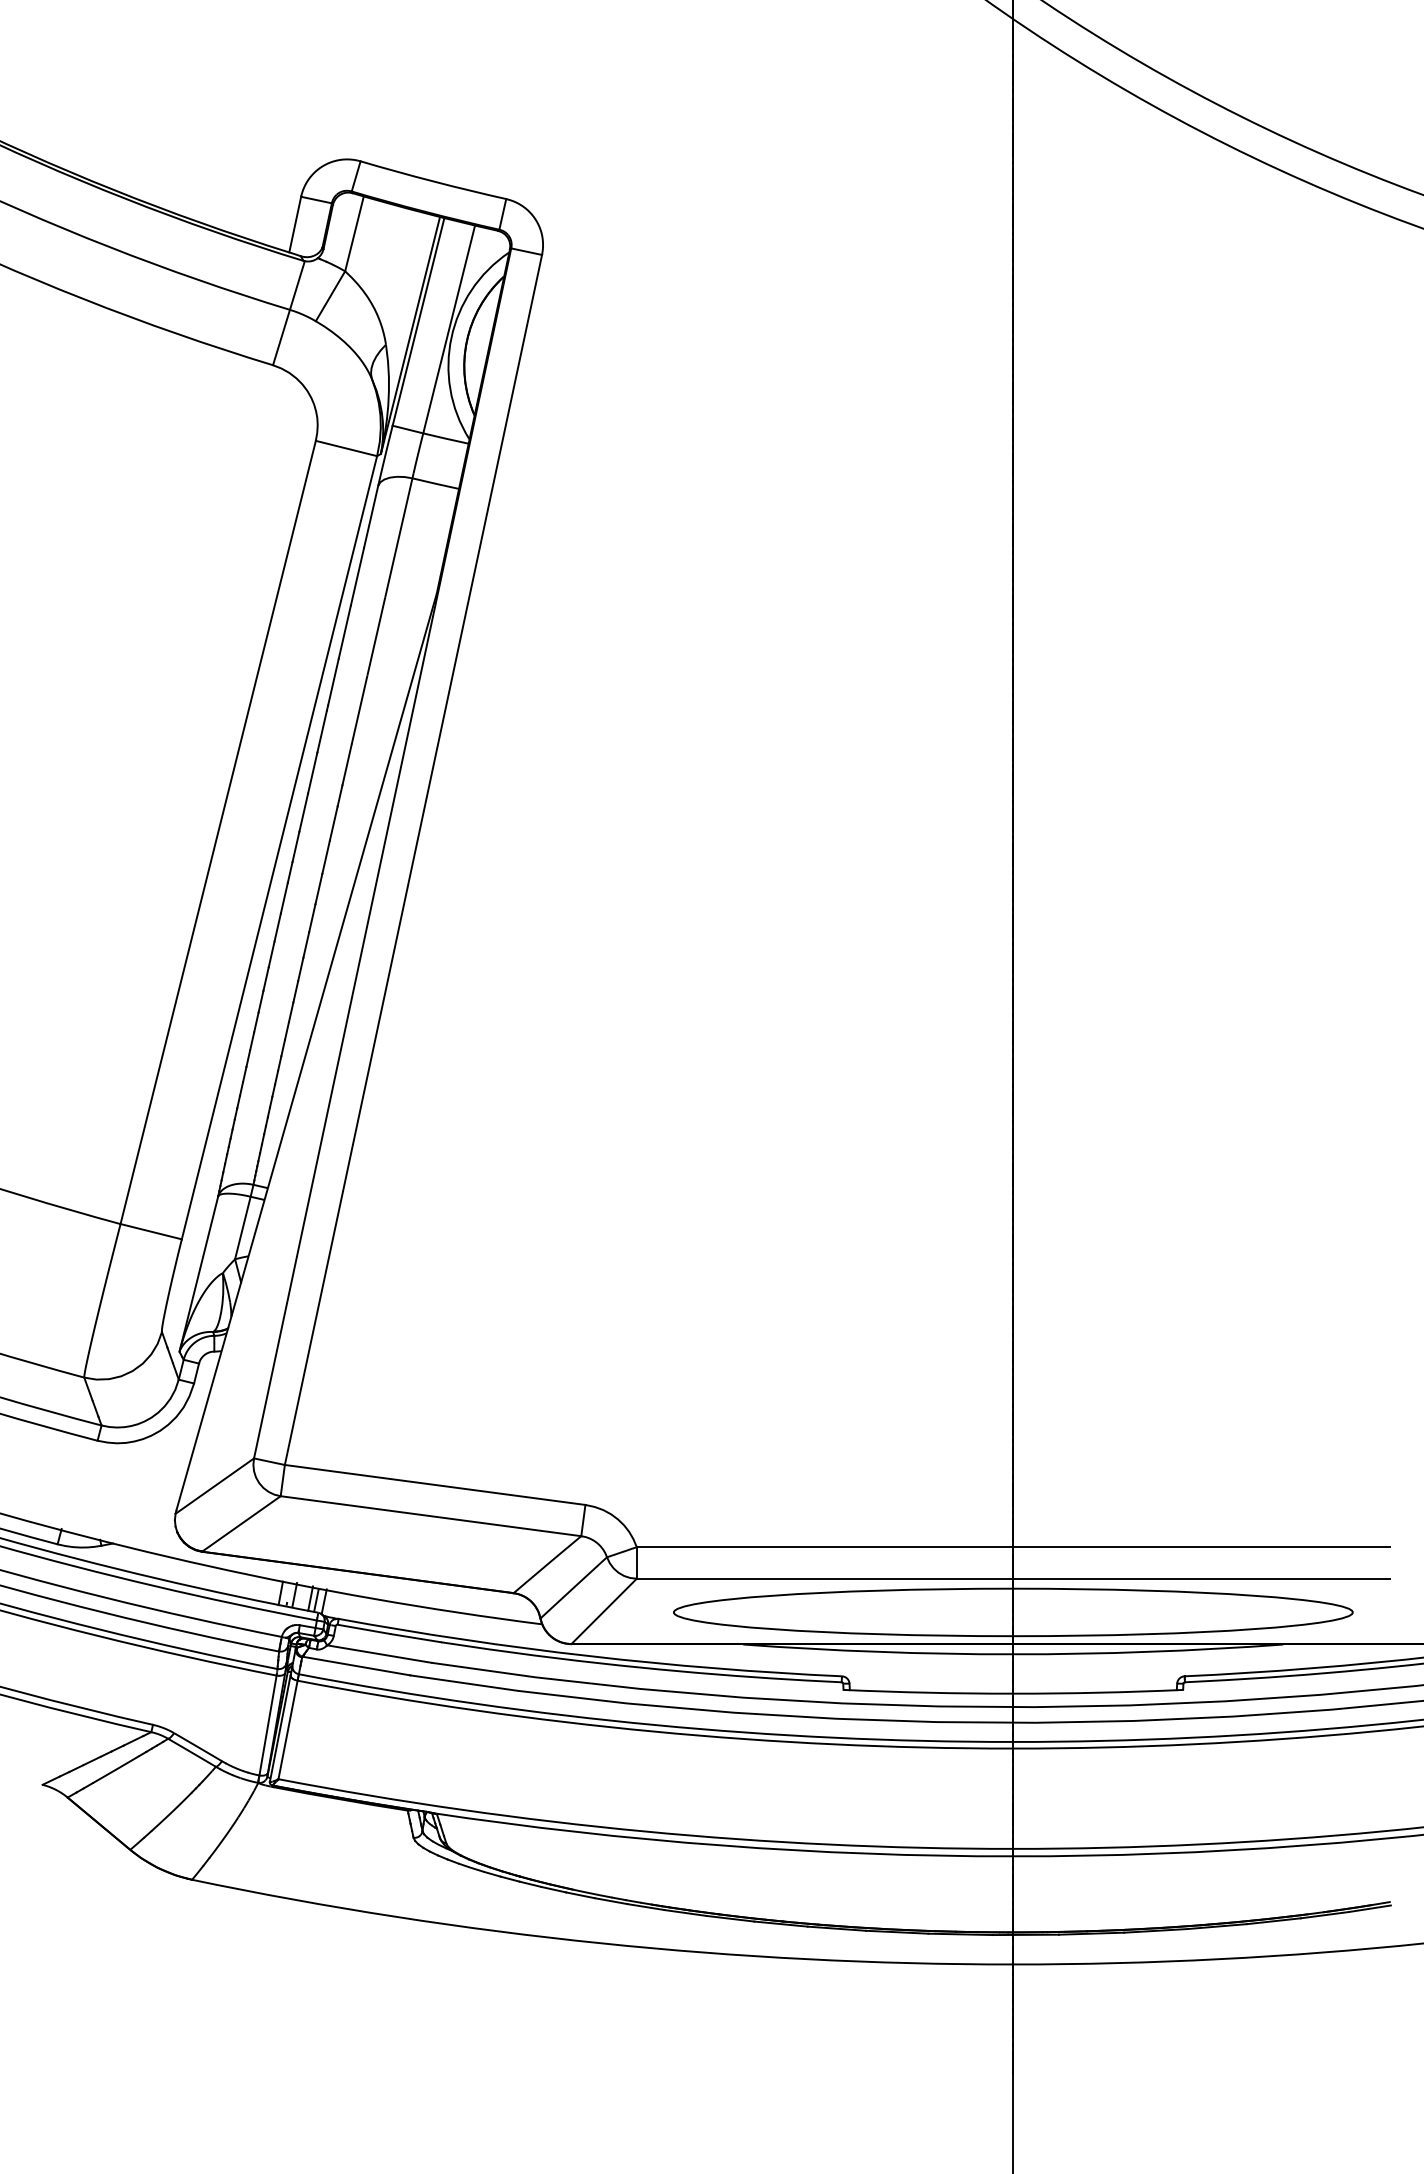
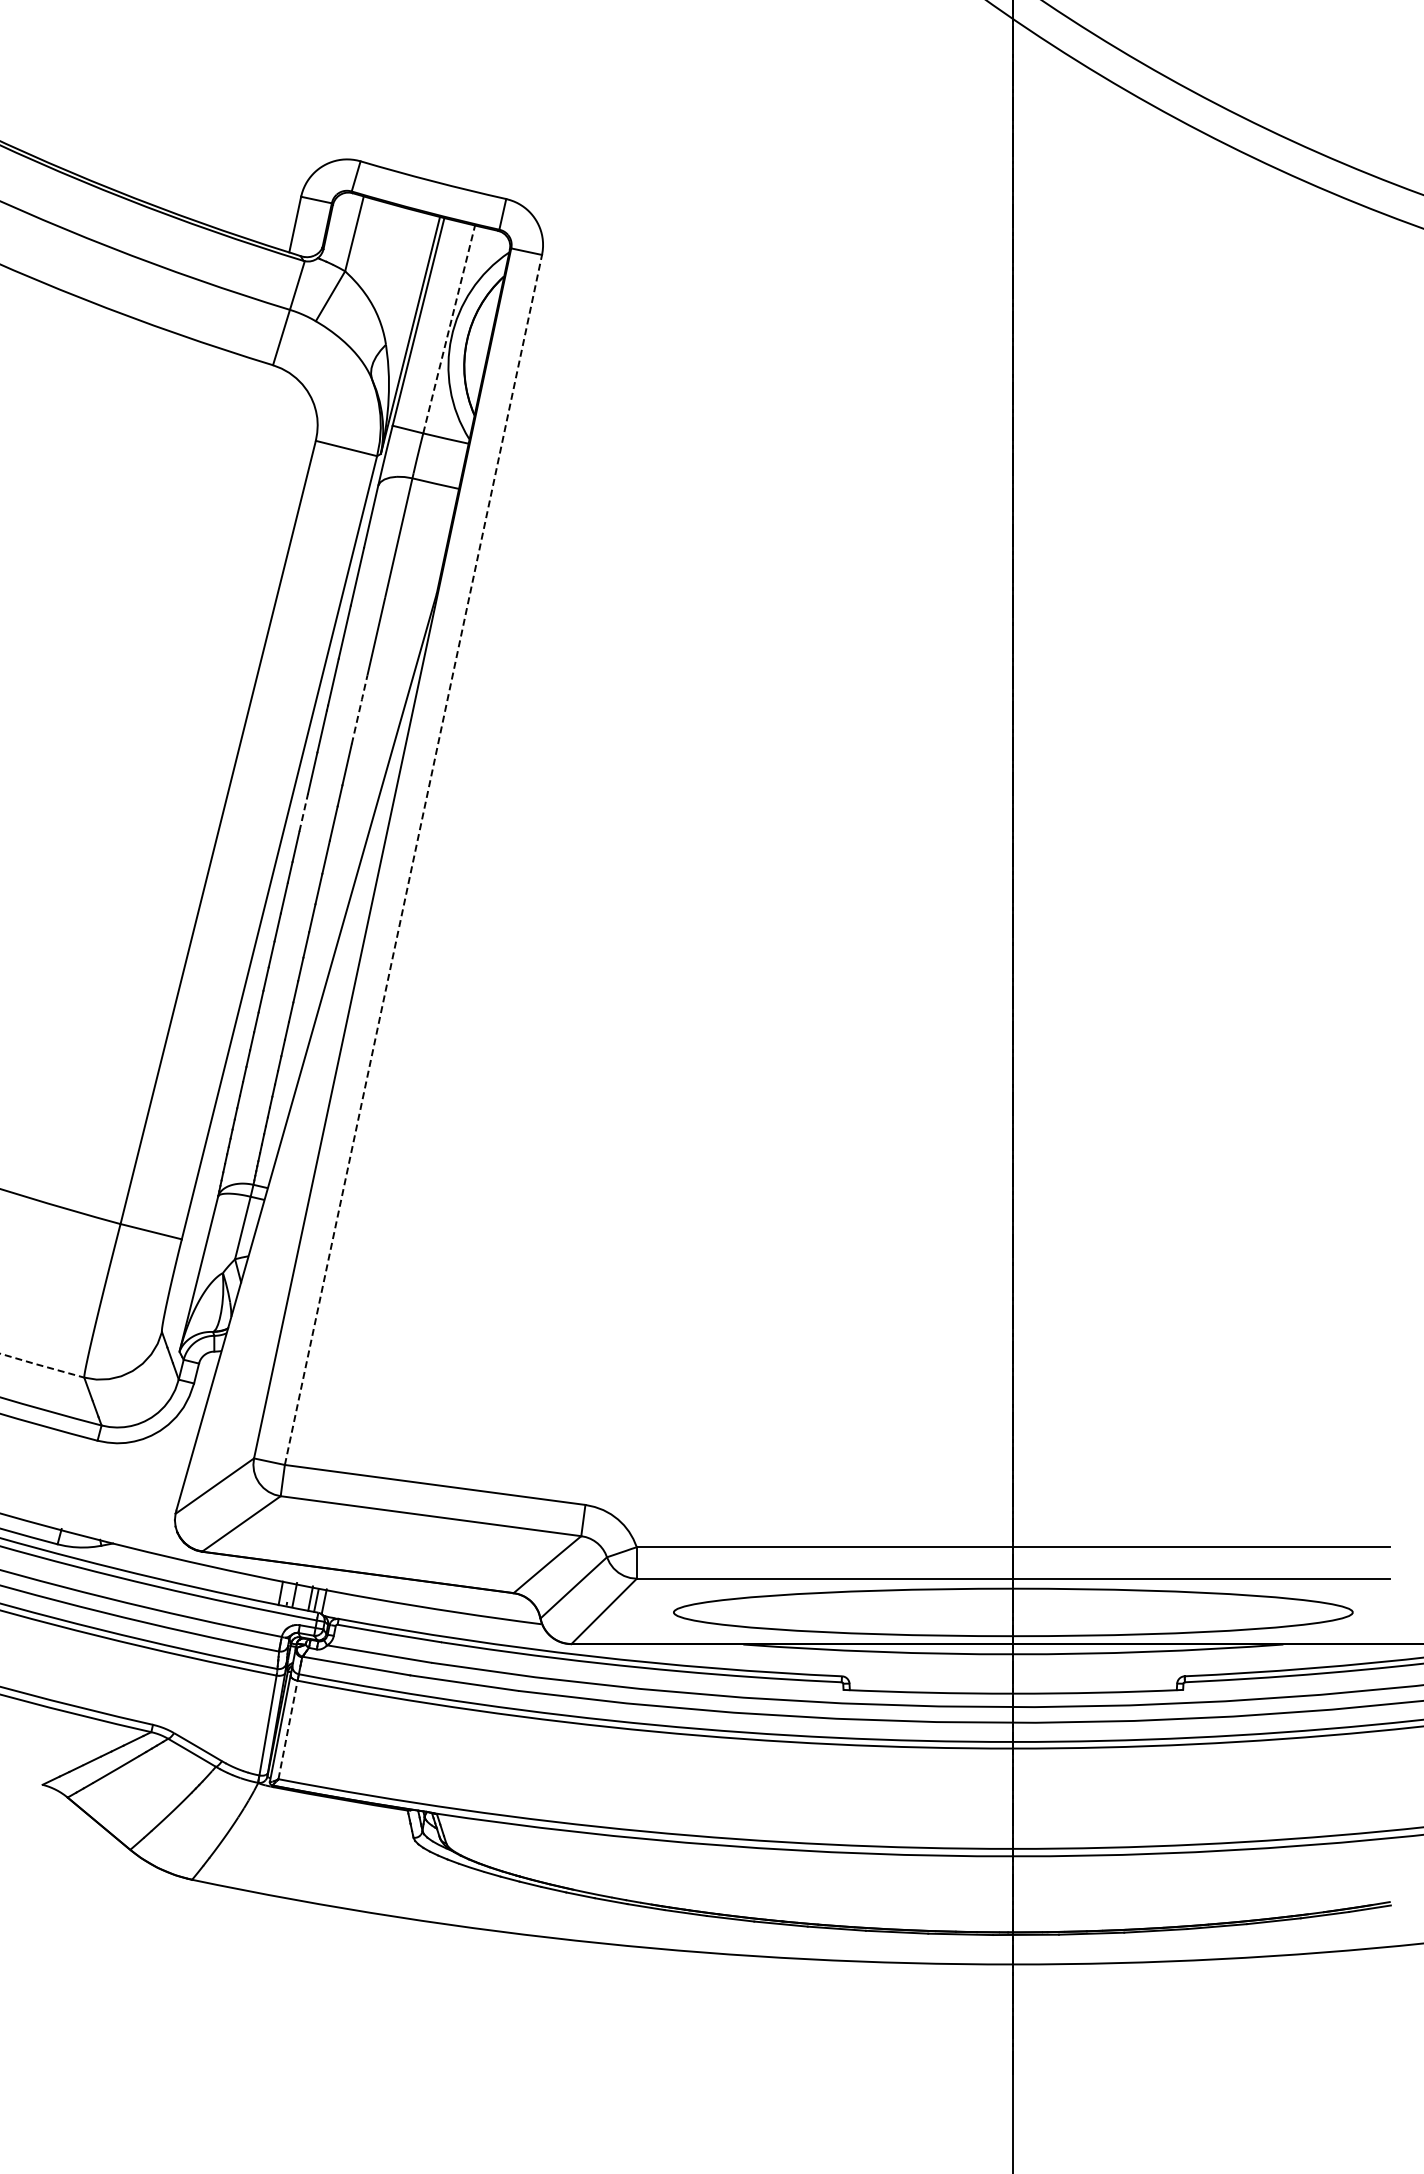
line at (449, 328): solid -> dashed
line at (359, 709): solid -> dashed
line at (303, 812): solid -> dashed
line at (413, 859): solid -> dashed
arc at (41, 1365): solid -> dashed
line at (288, 1729): solid -> dashed
